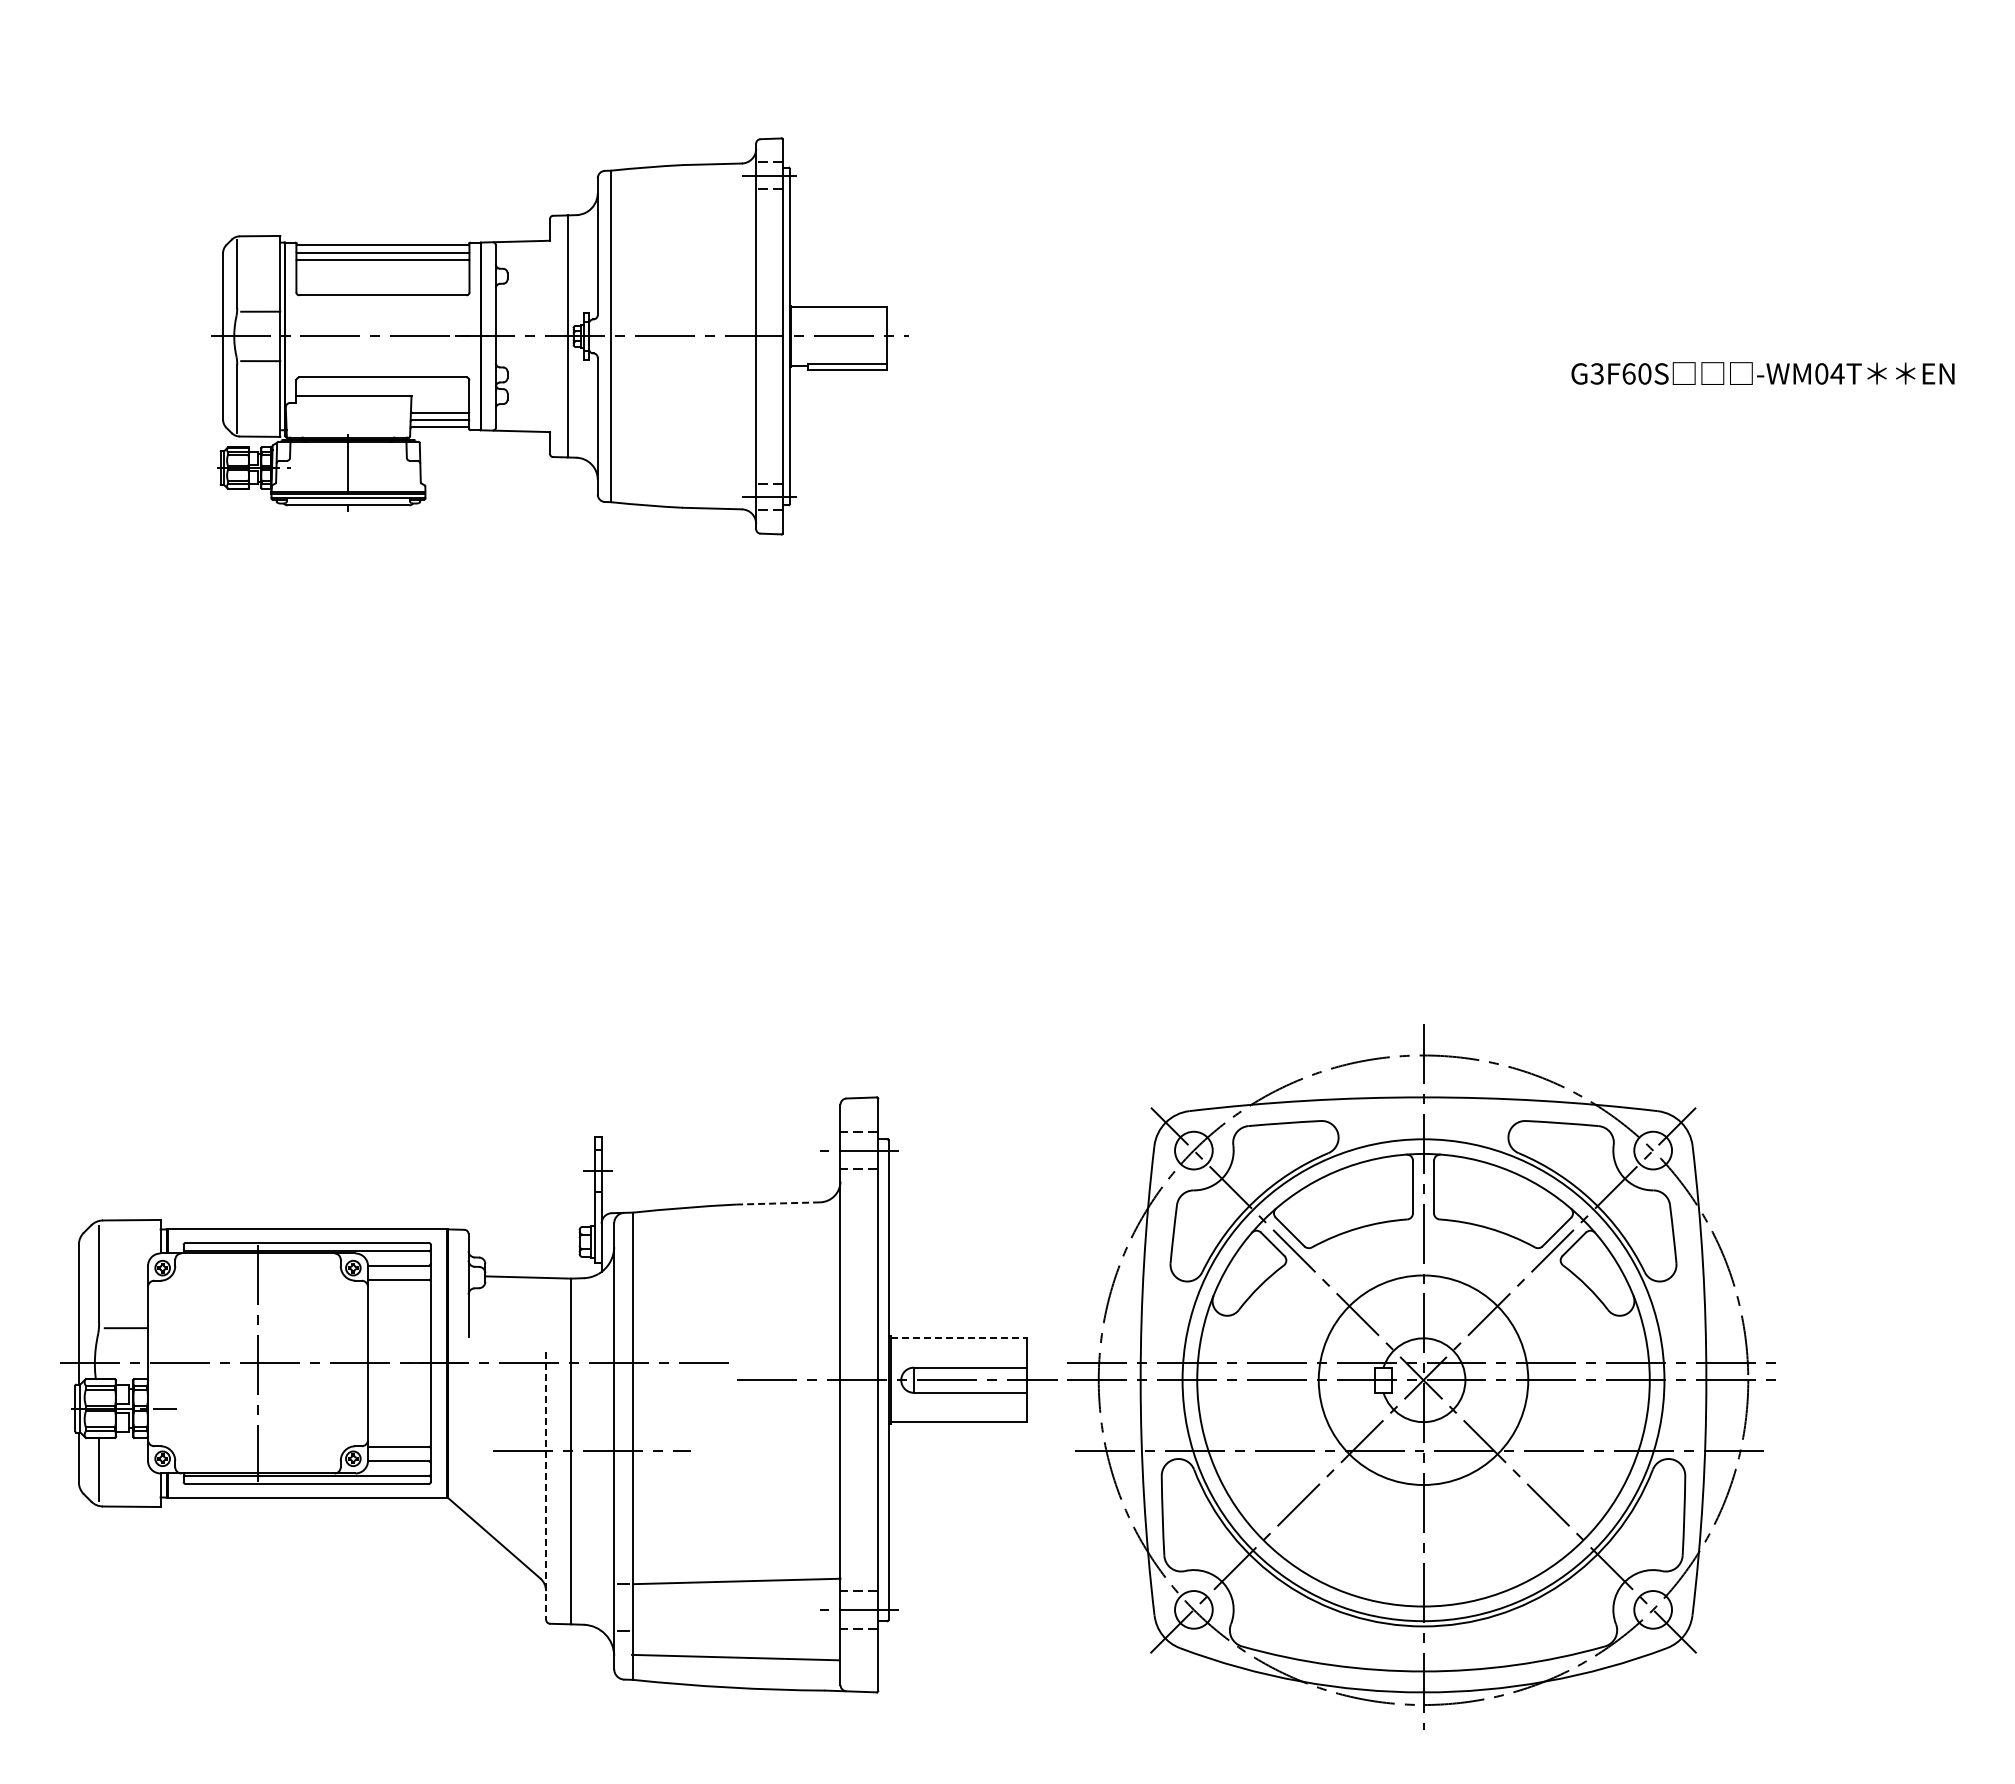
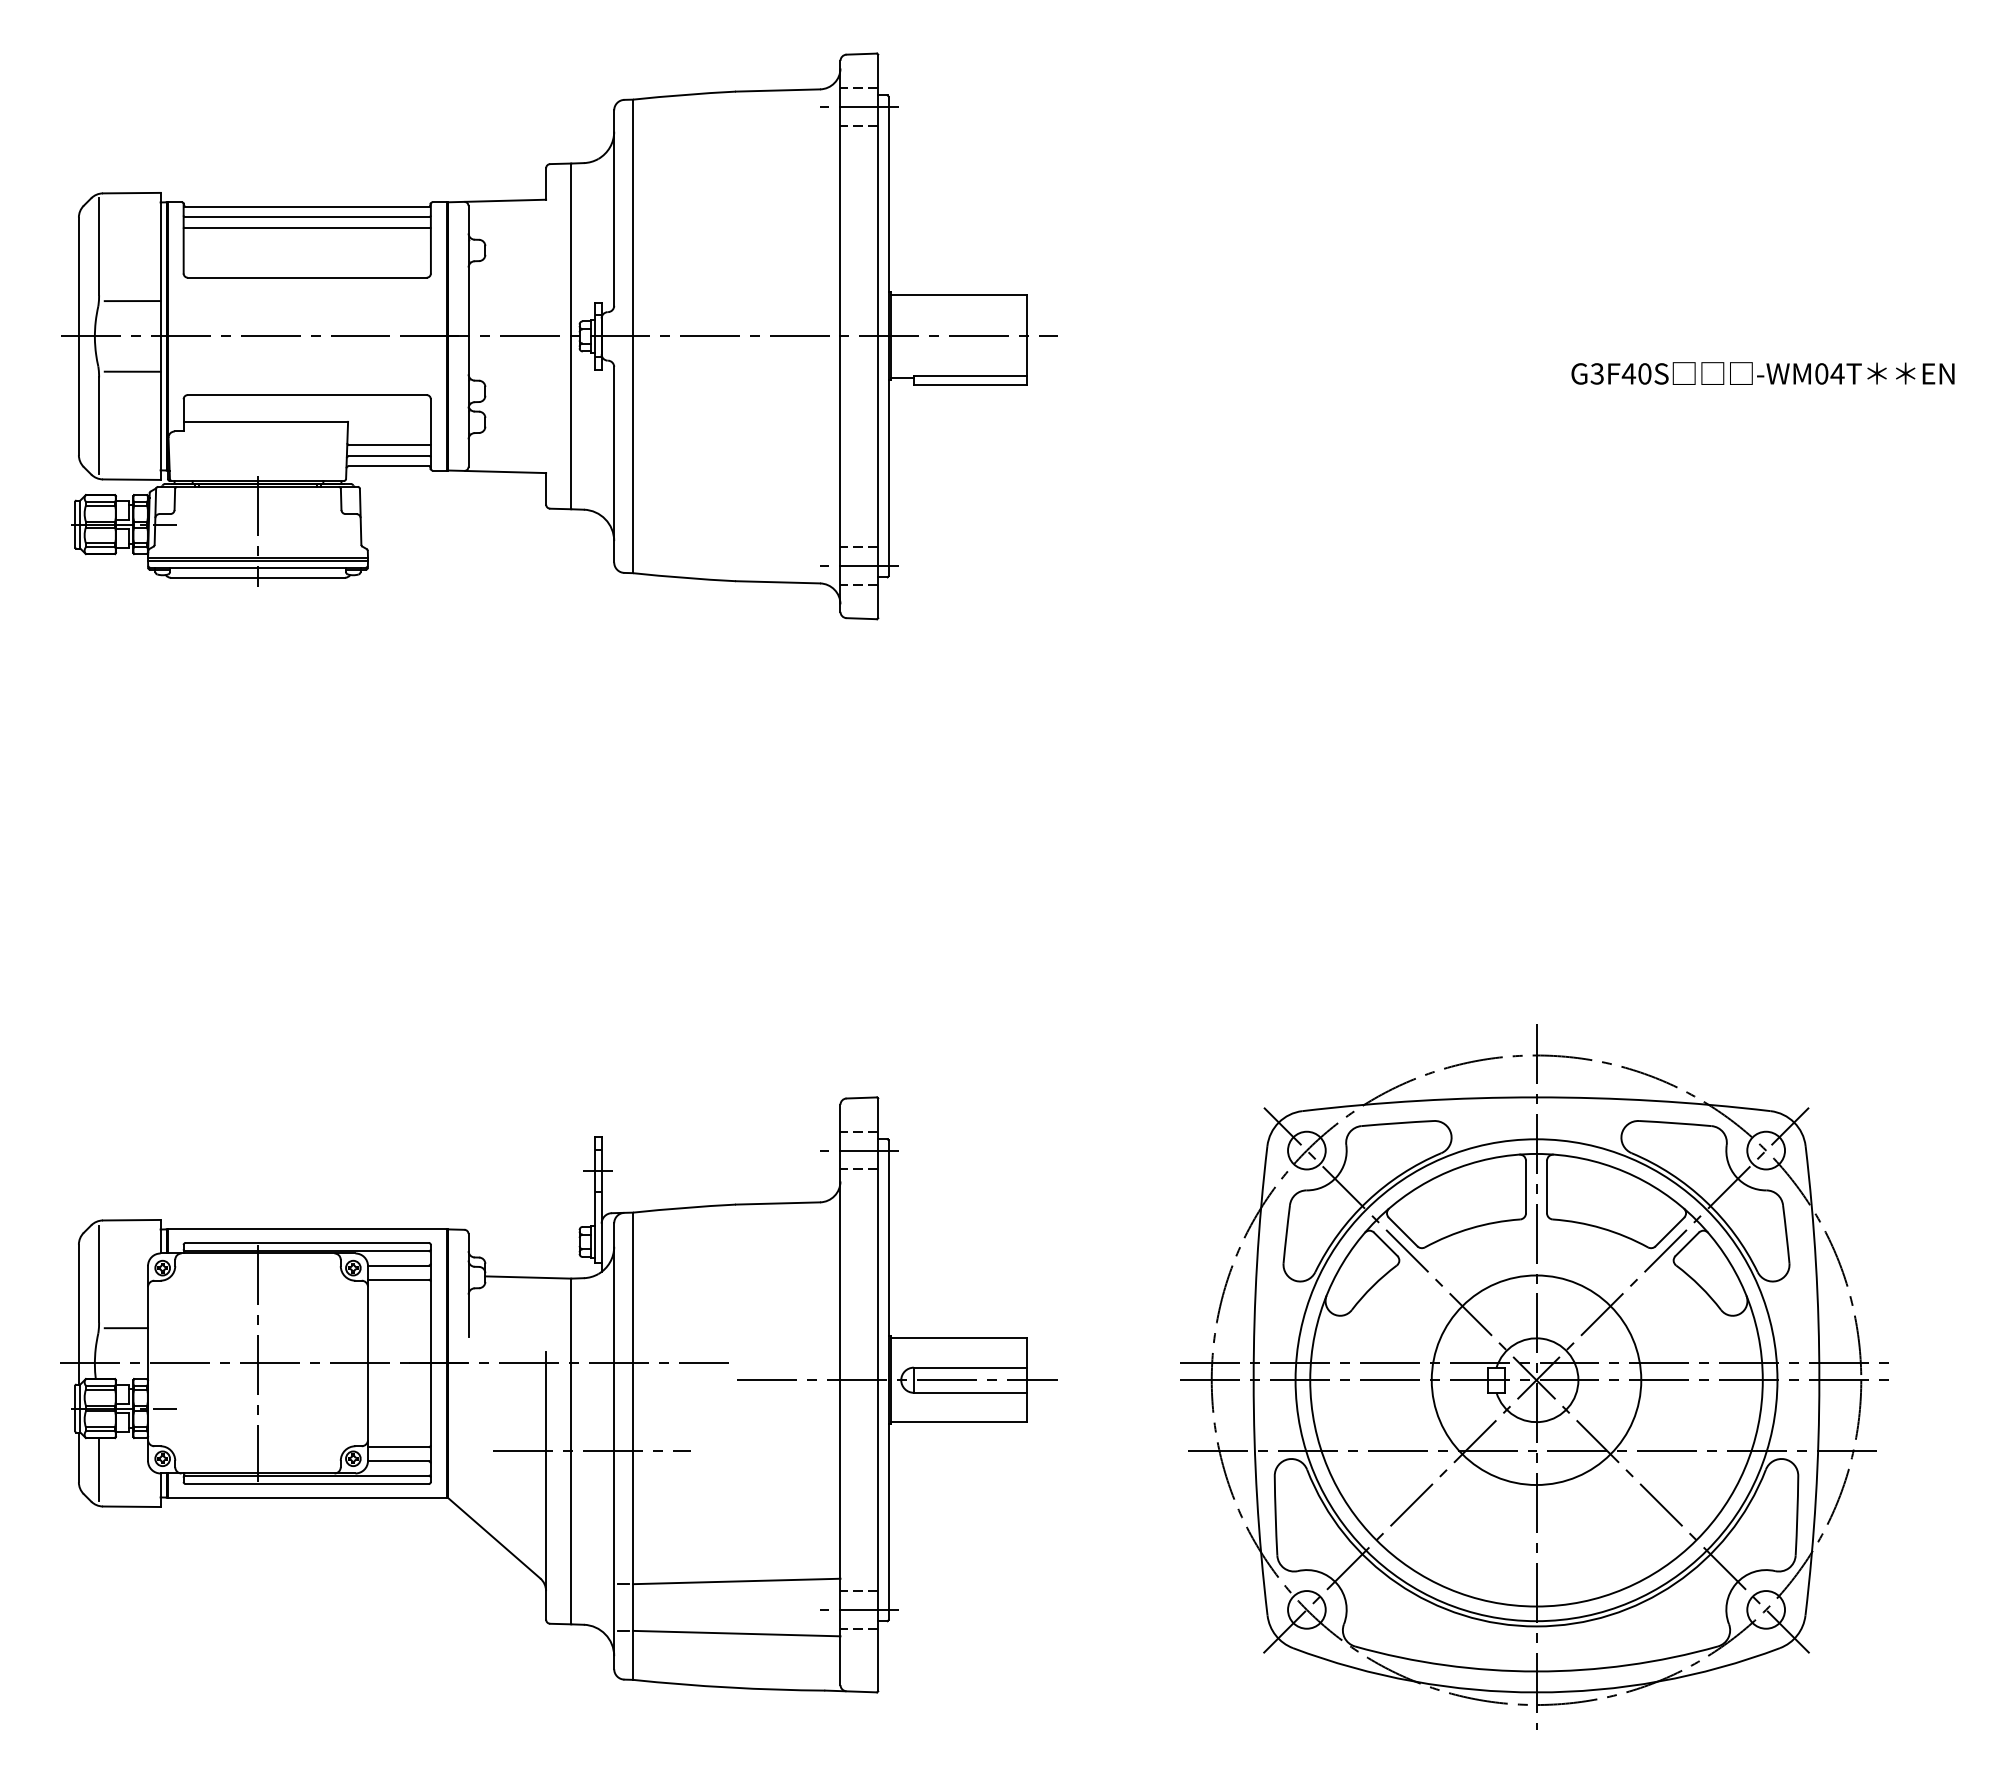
part at (559, 336) size: 698x399 px -> 997x569 px
text at (1628, 373): G3F60S -> G3F40S
line at (777, 1203): dashed -> solid
line at (959, 1338): dashed -> solid
part at (1421, 1376) position: (1421, 1376) -> (1534, 1376)
line at (546, 1485): dashed -> solid
line at (735, 1657) position: (735, 1657) -> (736, 1633)
